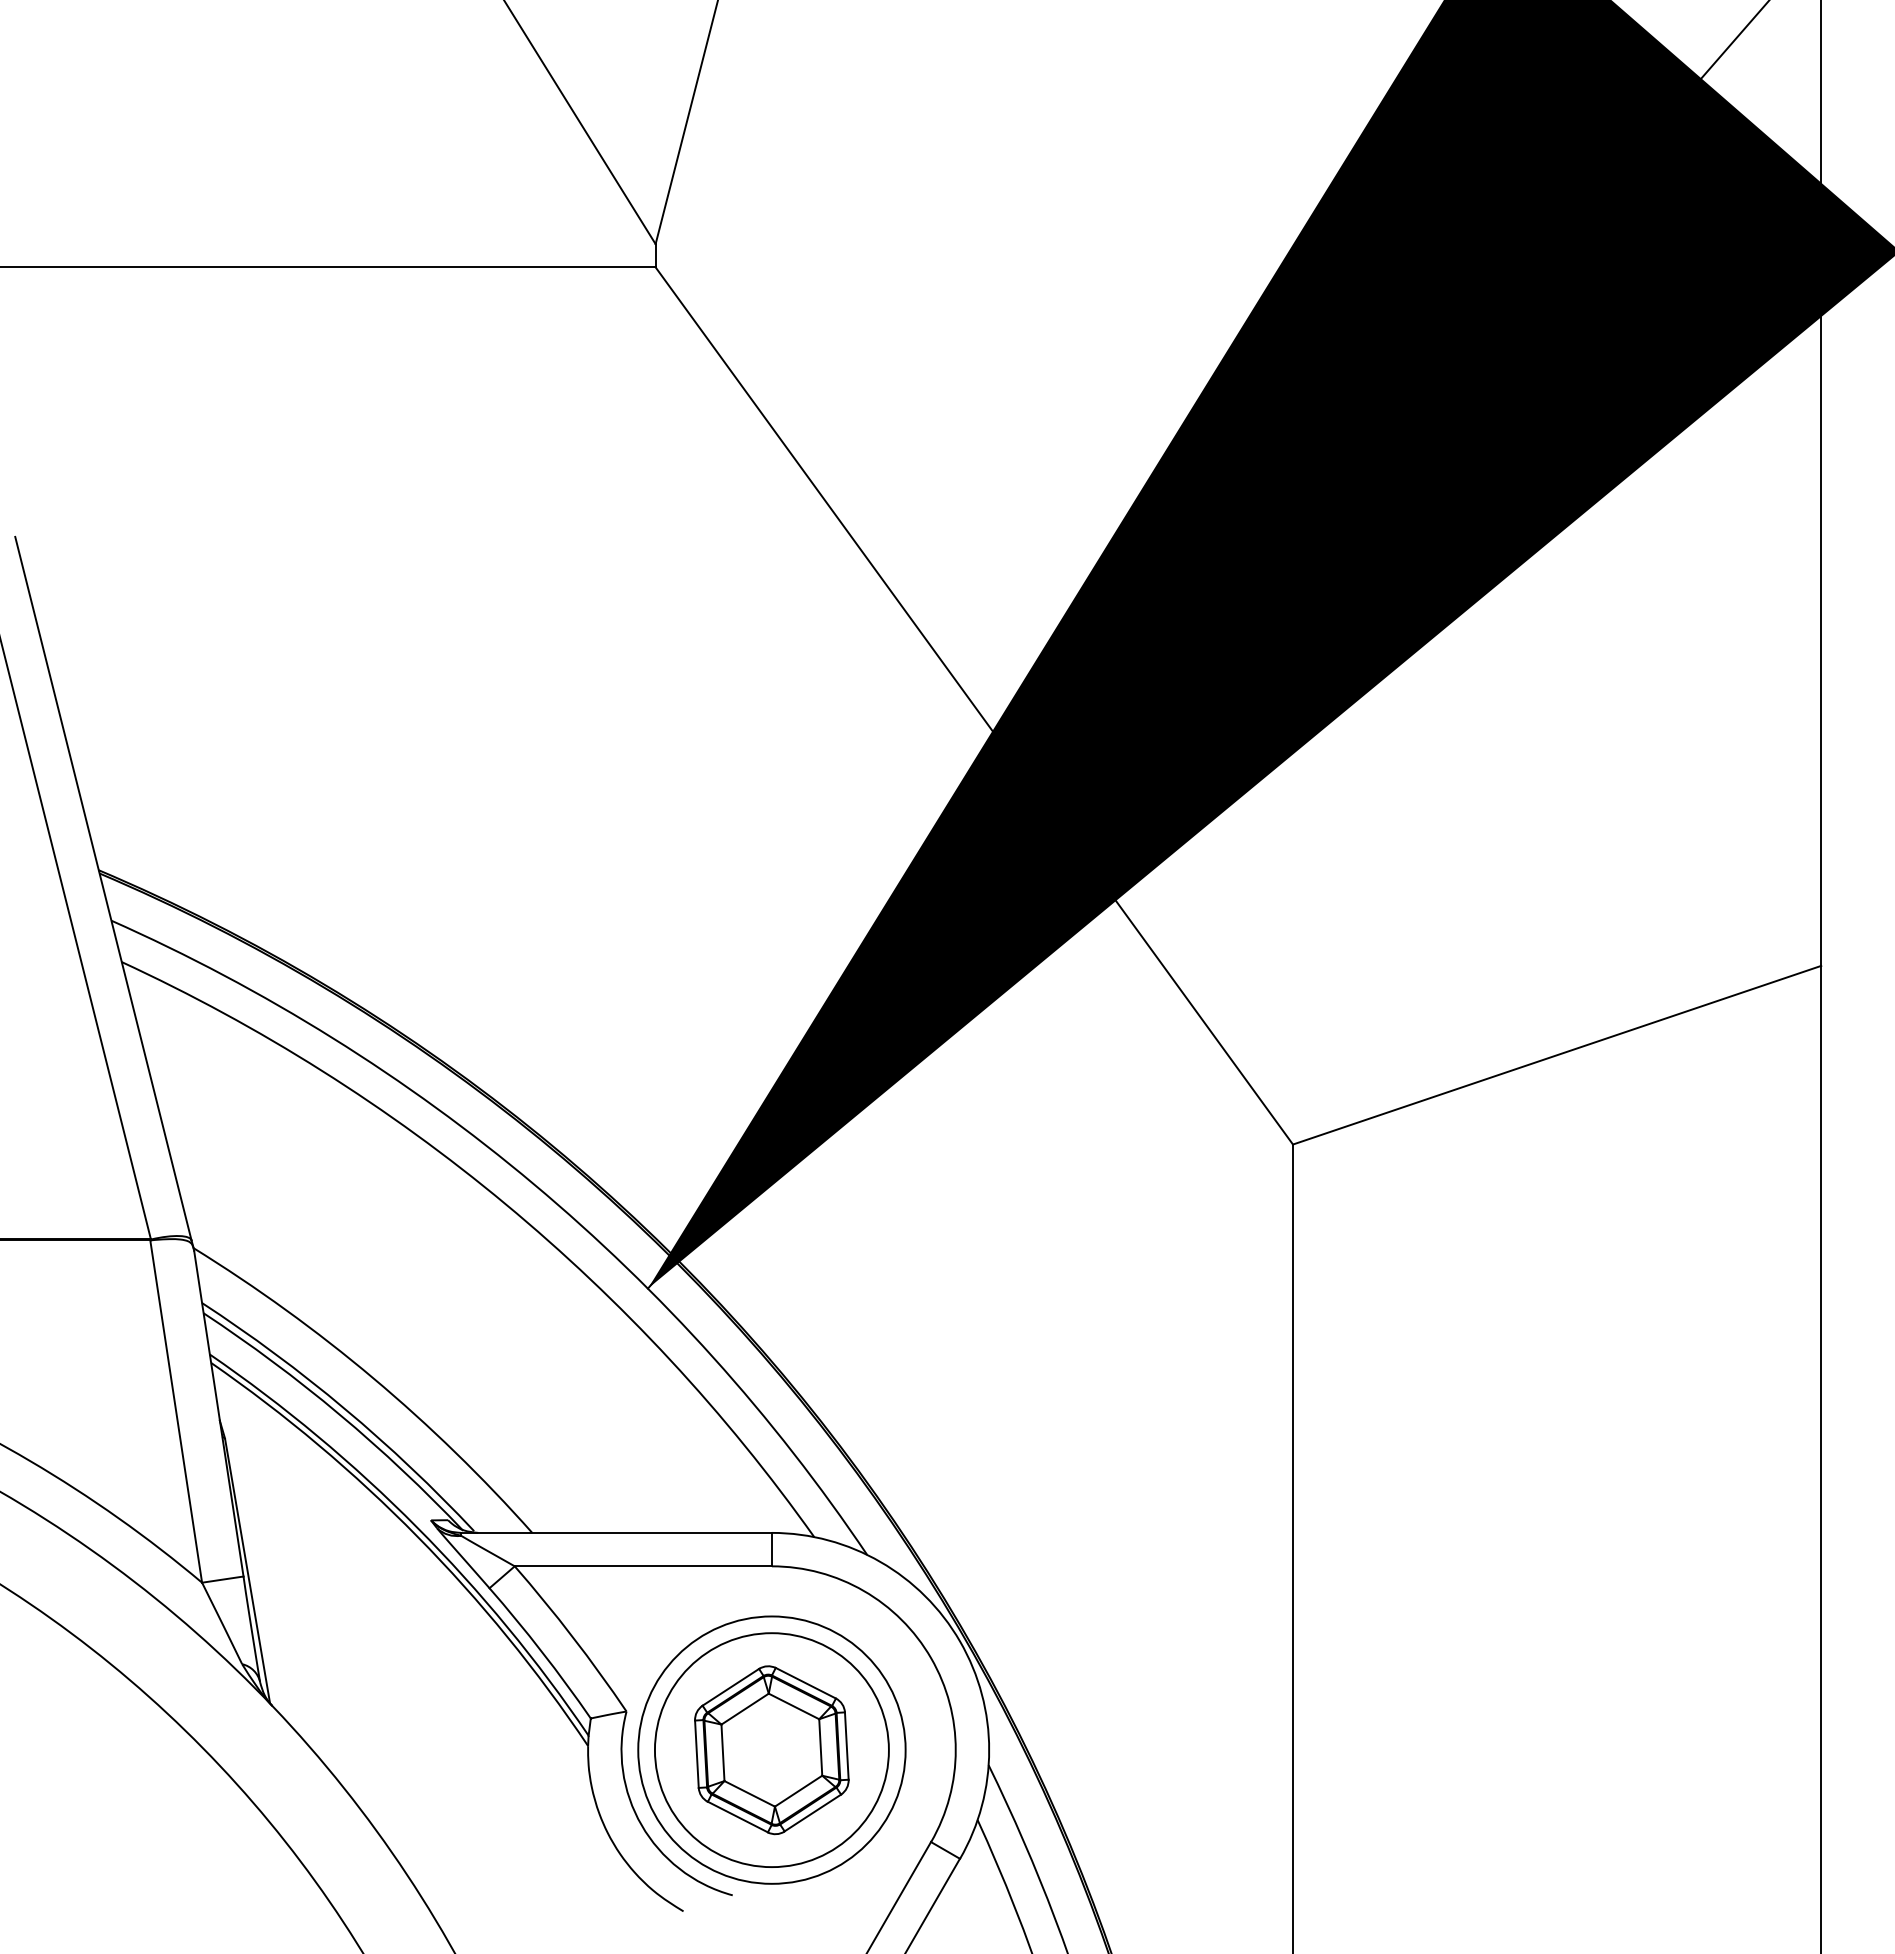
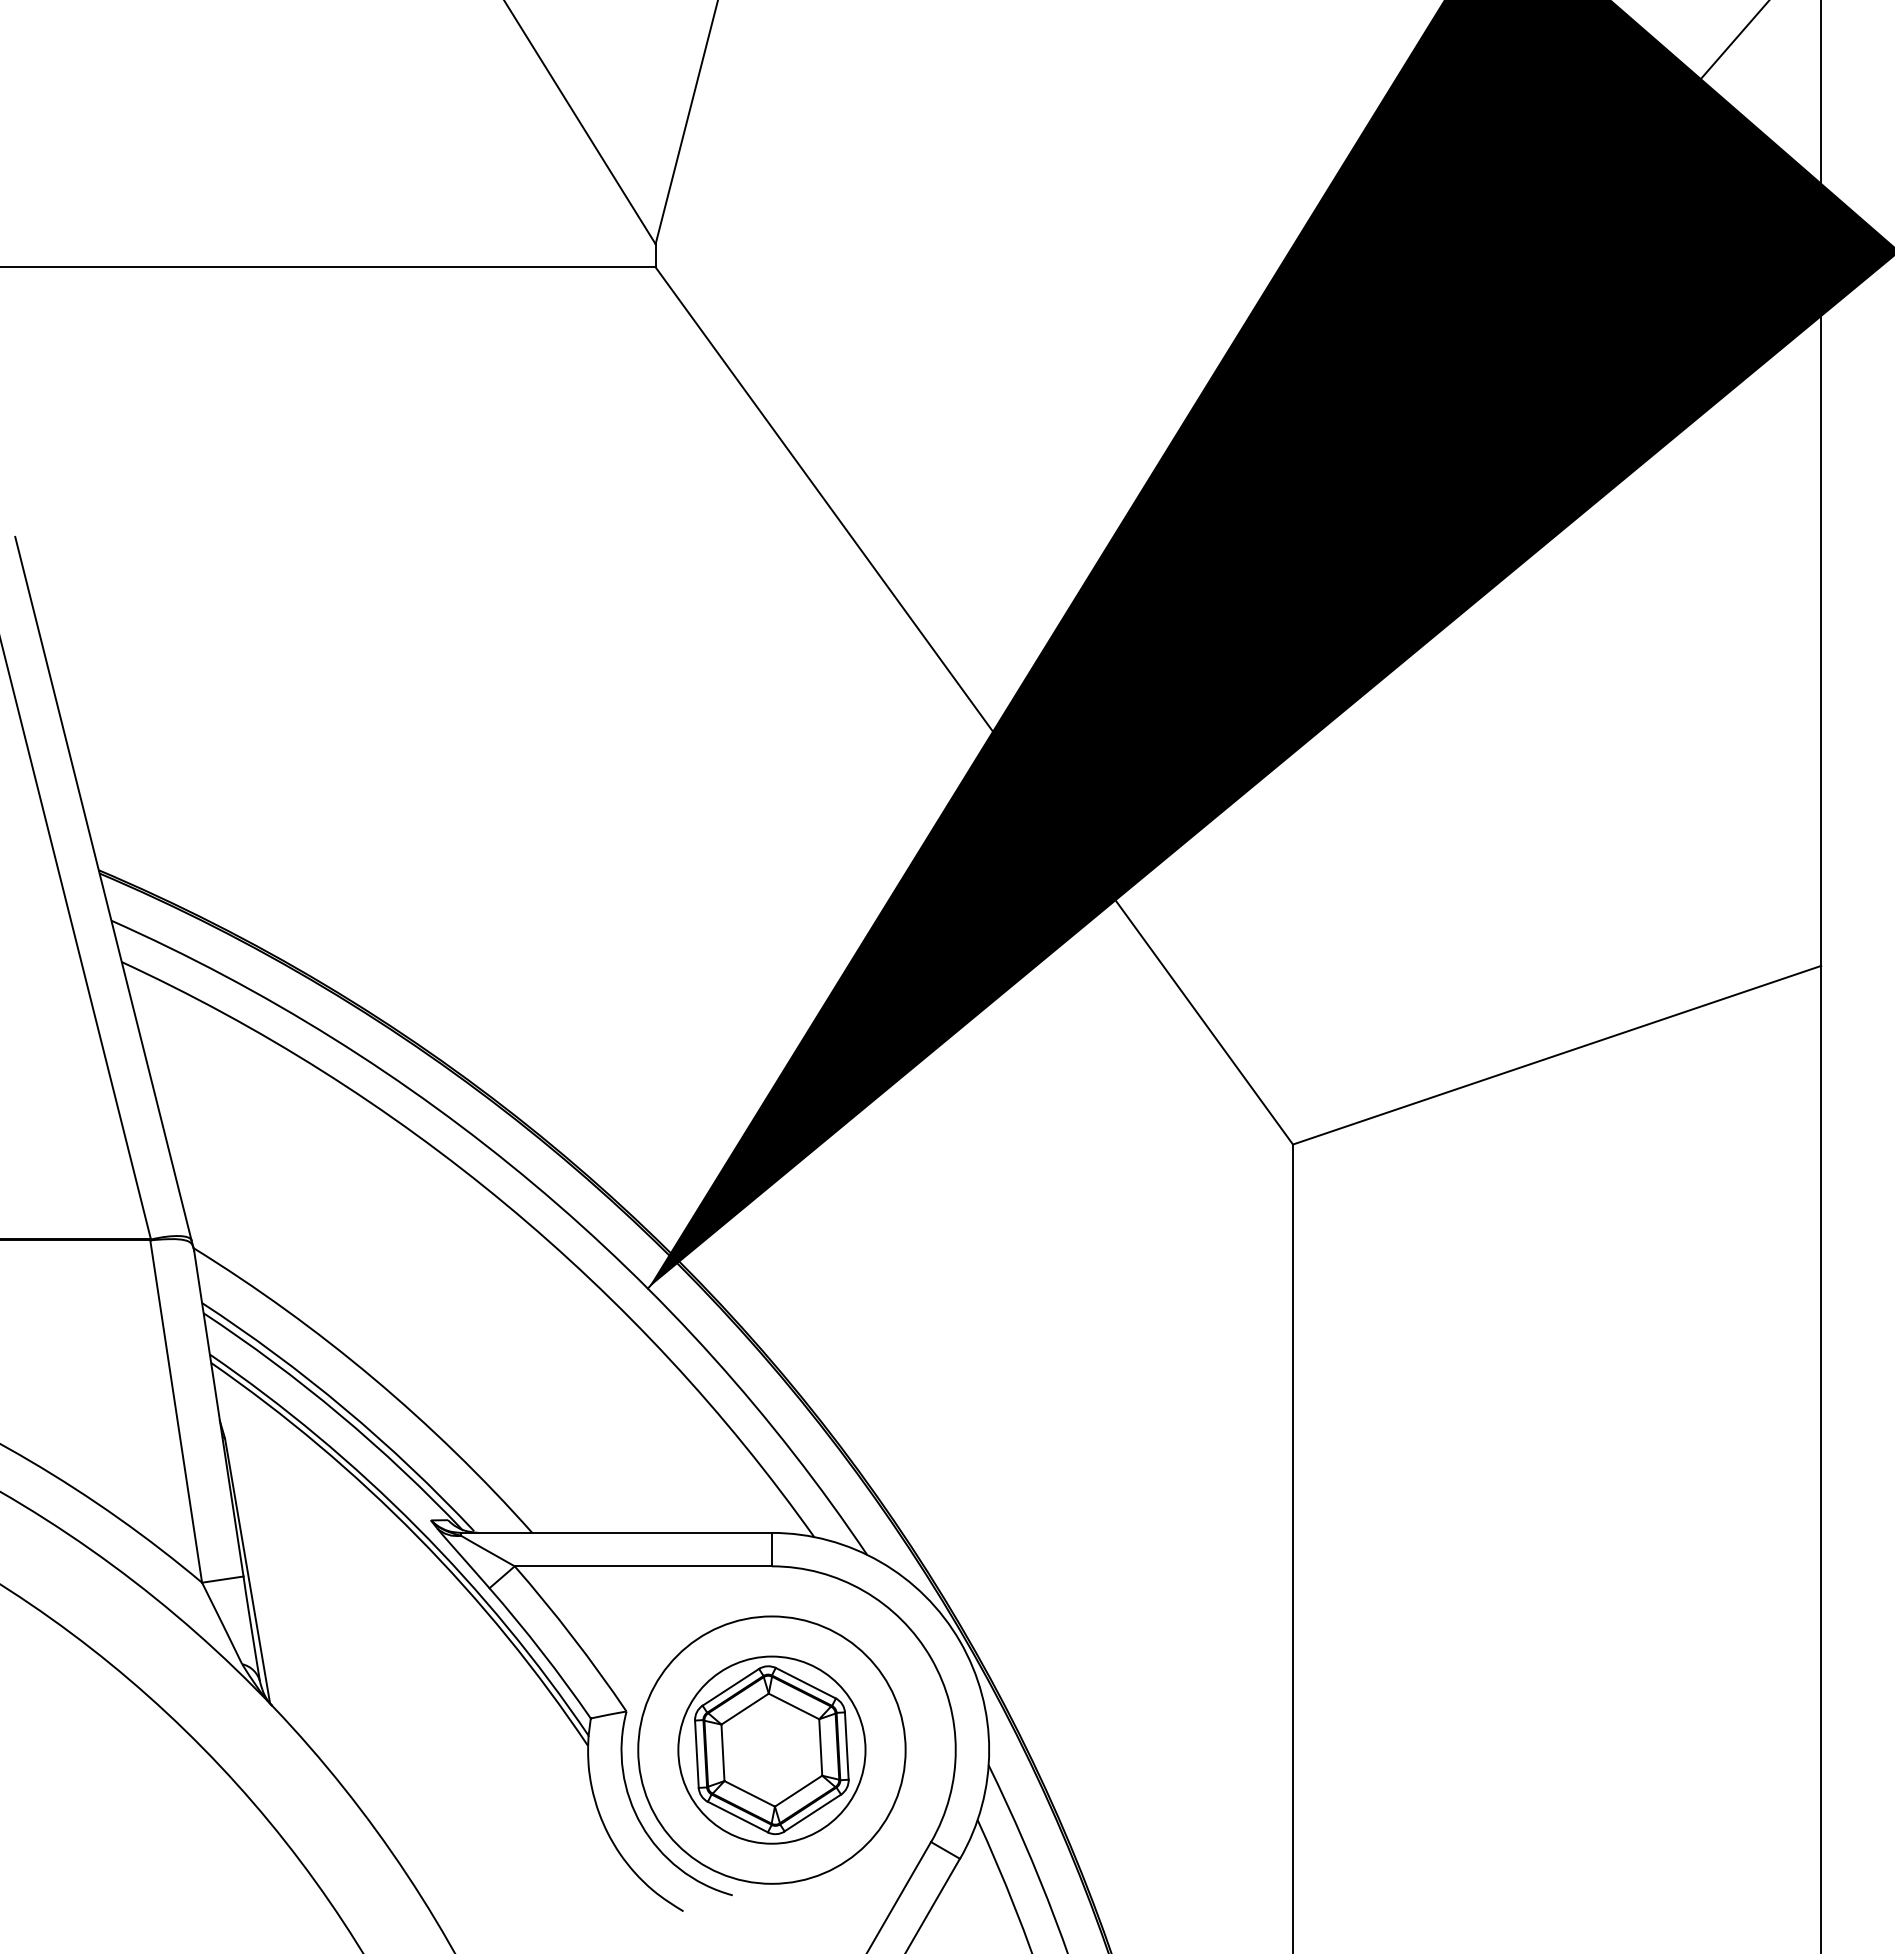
circle at (771, 1750) diameter: 234 px -> 187 px
